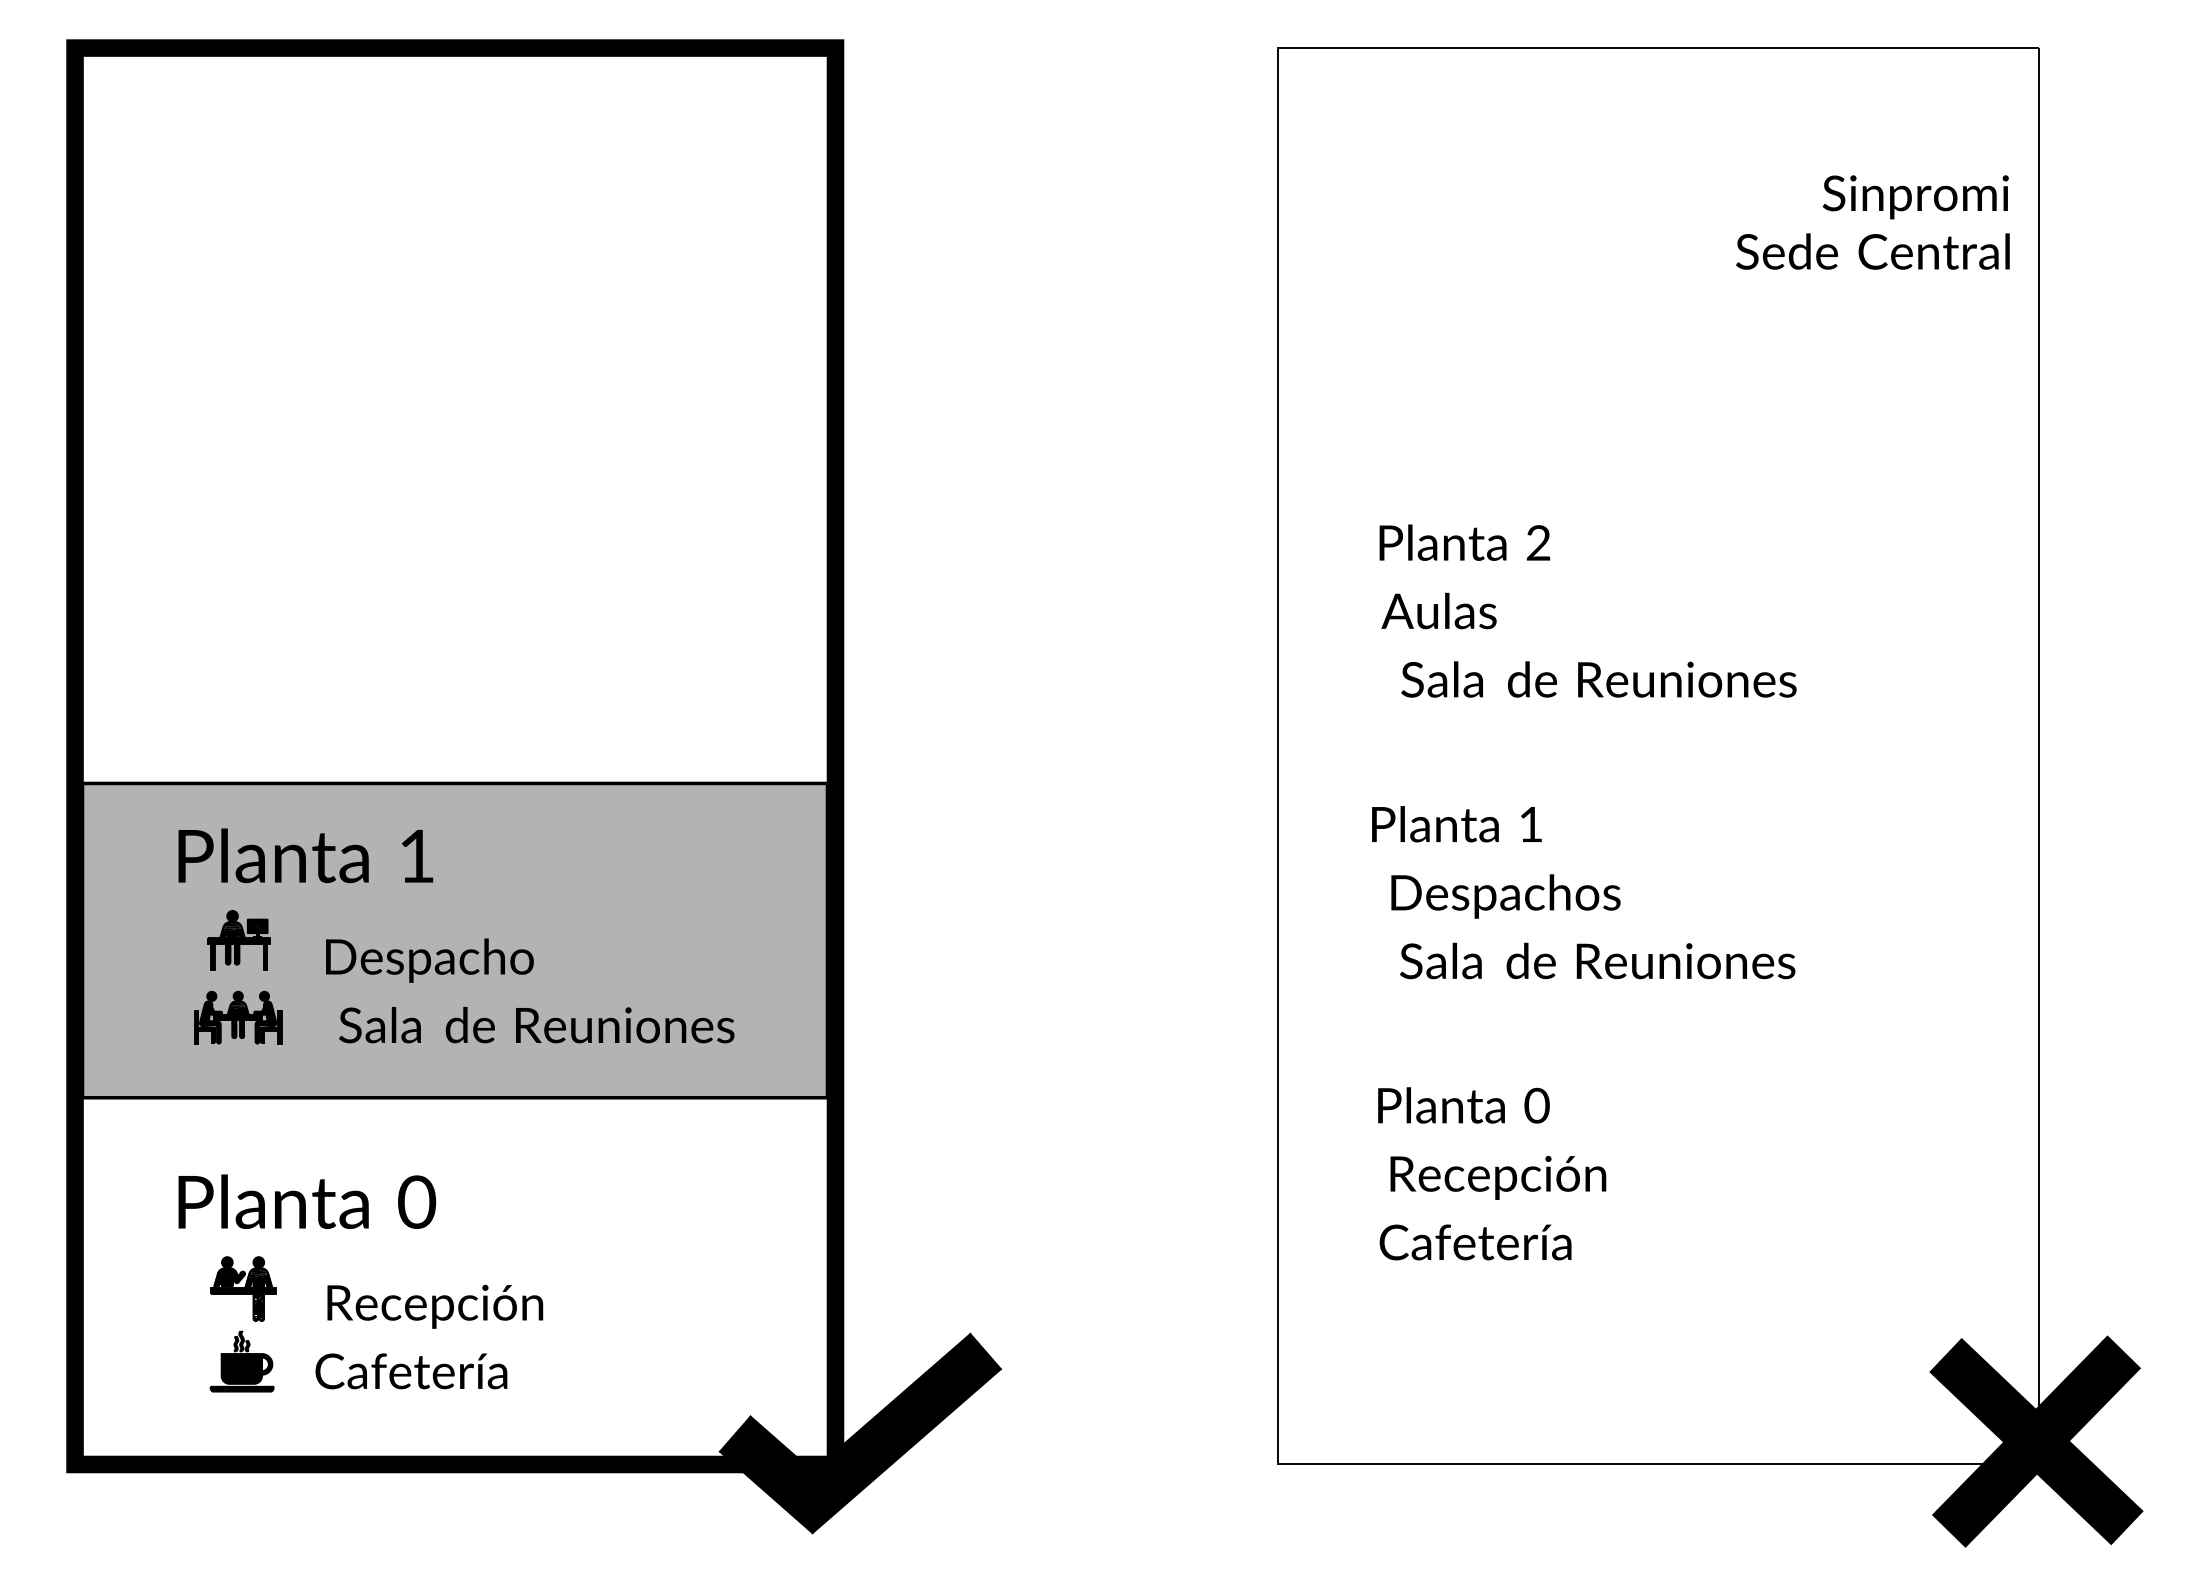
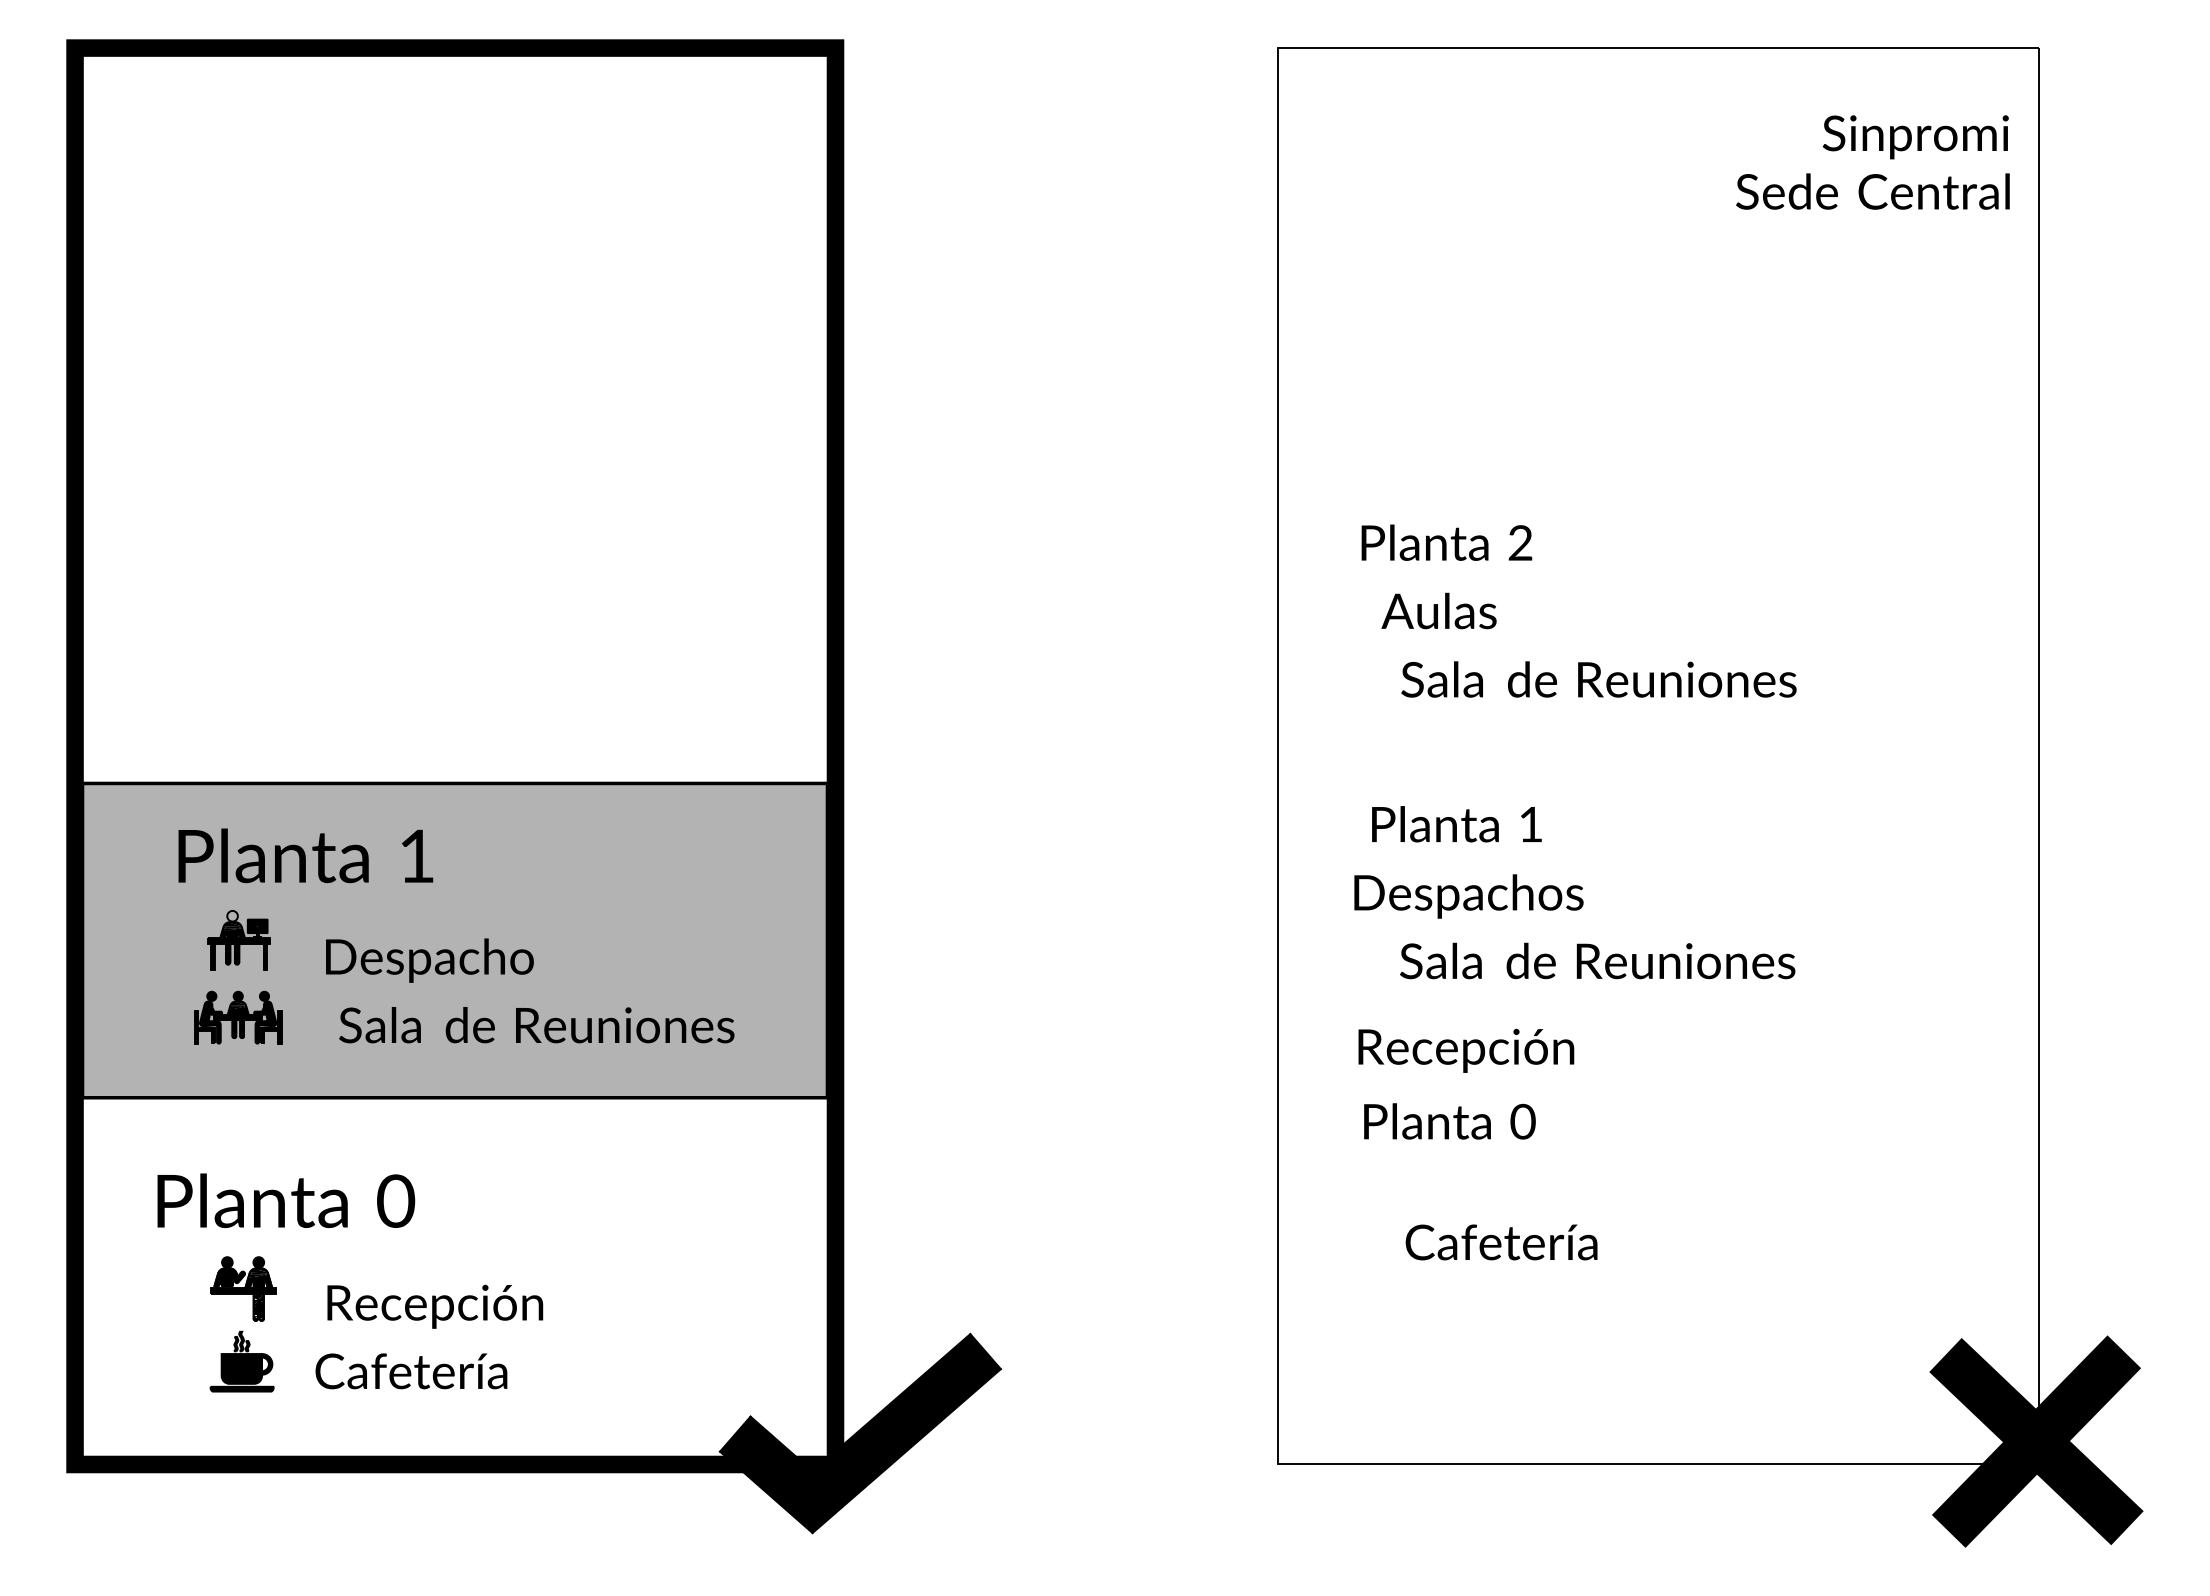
text at (1872, 222) position: (1872, 222) -> (1872, 162)
text at (1464, 542) position: (1464, 542) -> (1446, 542)
text at (1505, 896) position: (1505, 896) -> (1468, 896)
fill at (232, 915): present -> none
text at (1463, 1105) position: (1463, 1105) -> (1449, 1121)
text at (1498, 1177) position: (1498, 1177) -> (1466, 1050)
text at (307, 1201) position: (307, 1201) -> (286, 1200)
text at (1475, 1242) position: (1475, 1242) -> (1501, 1242)
